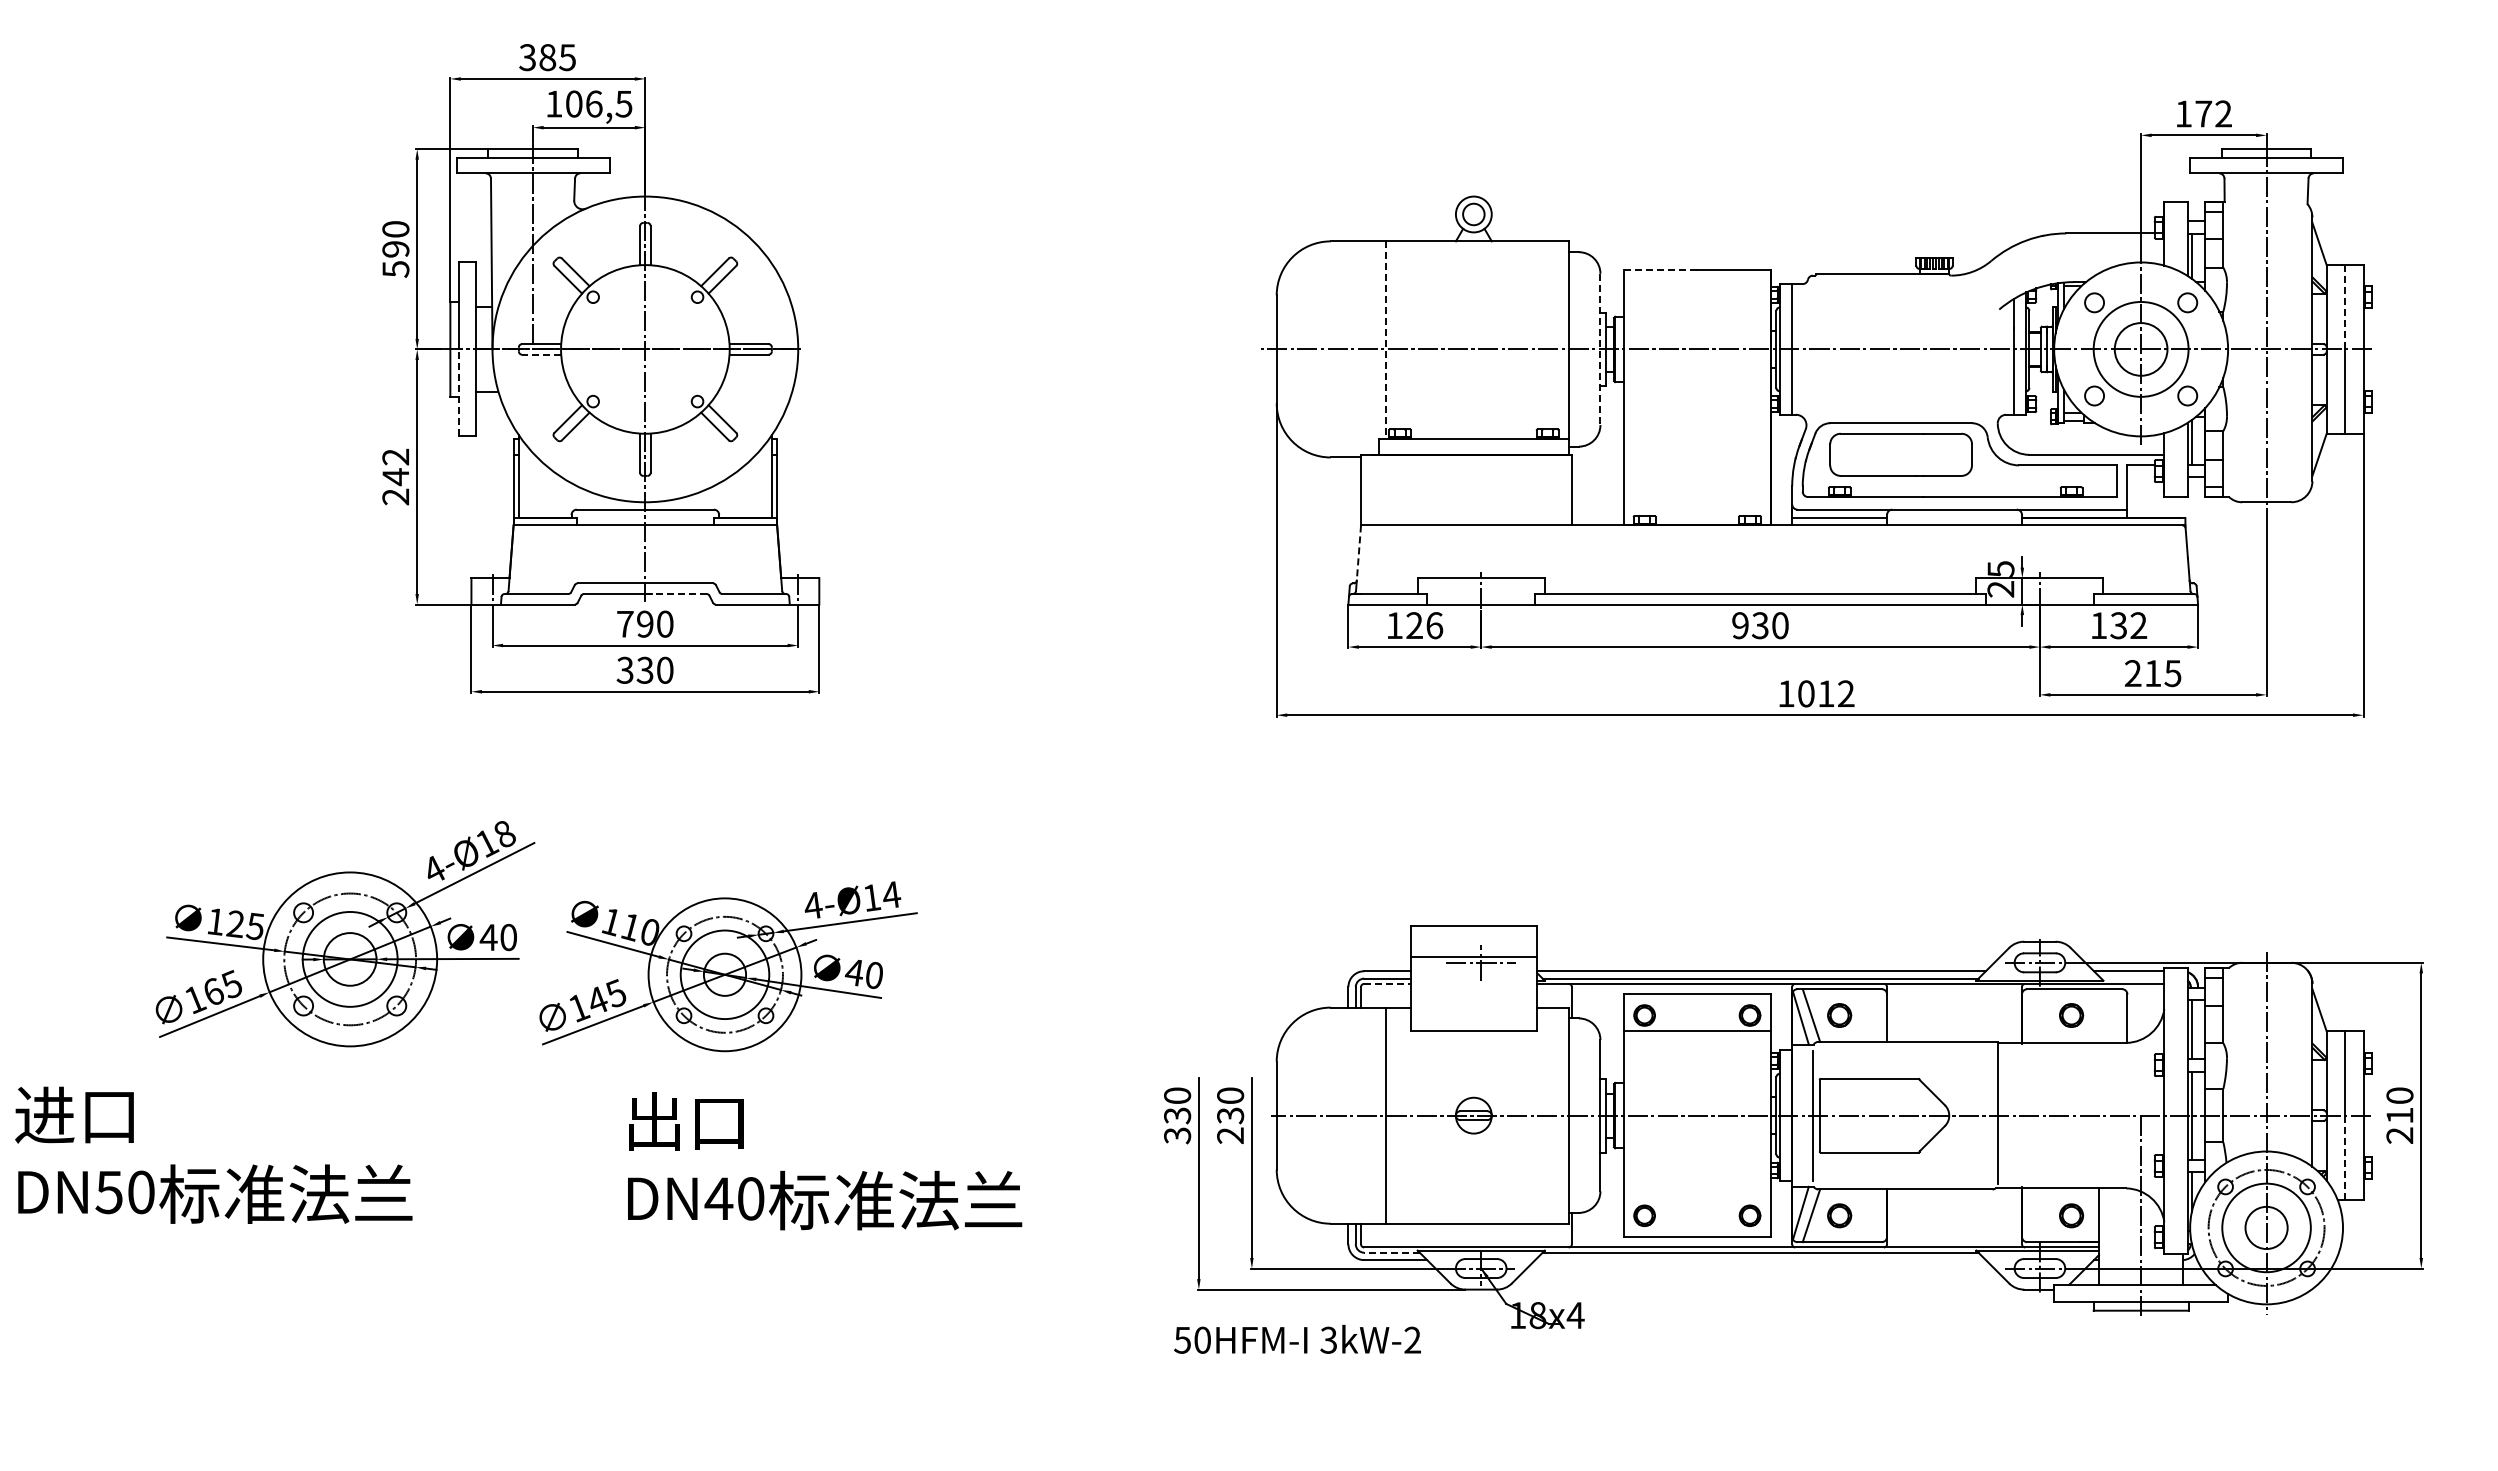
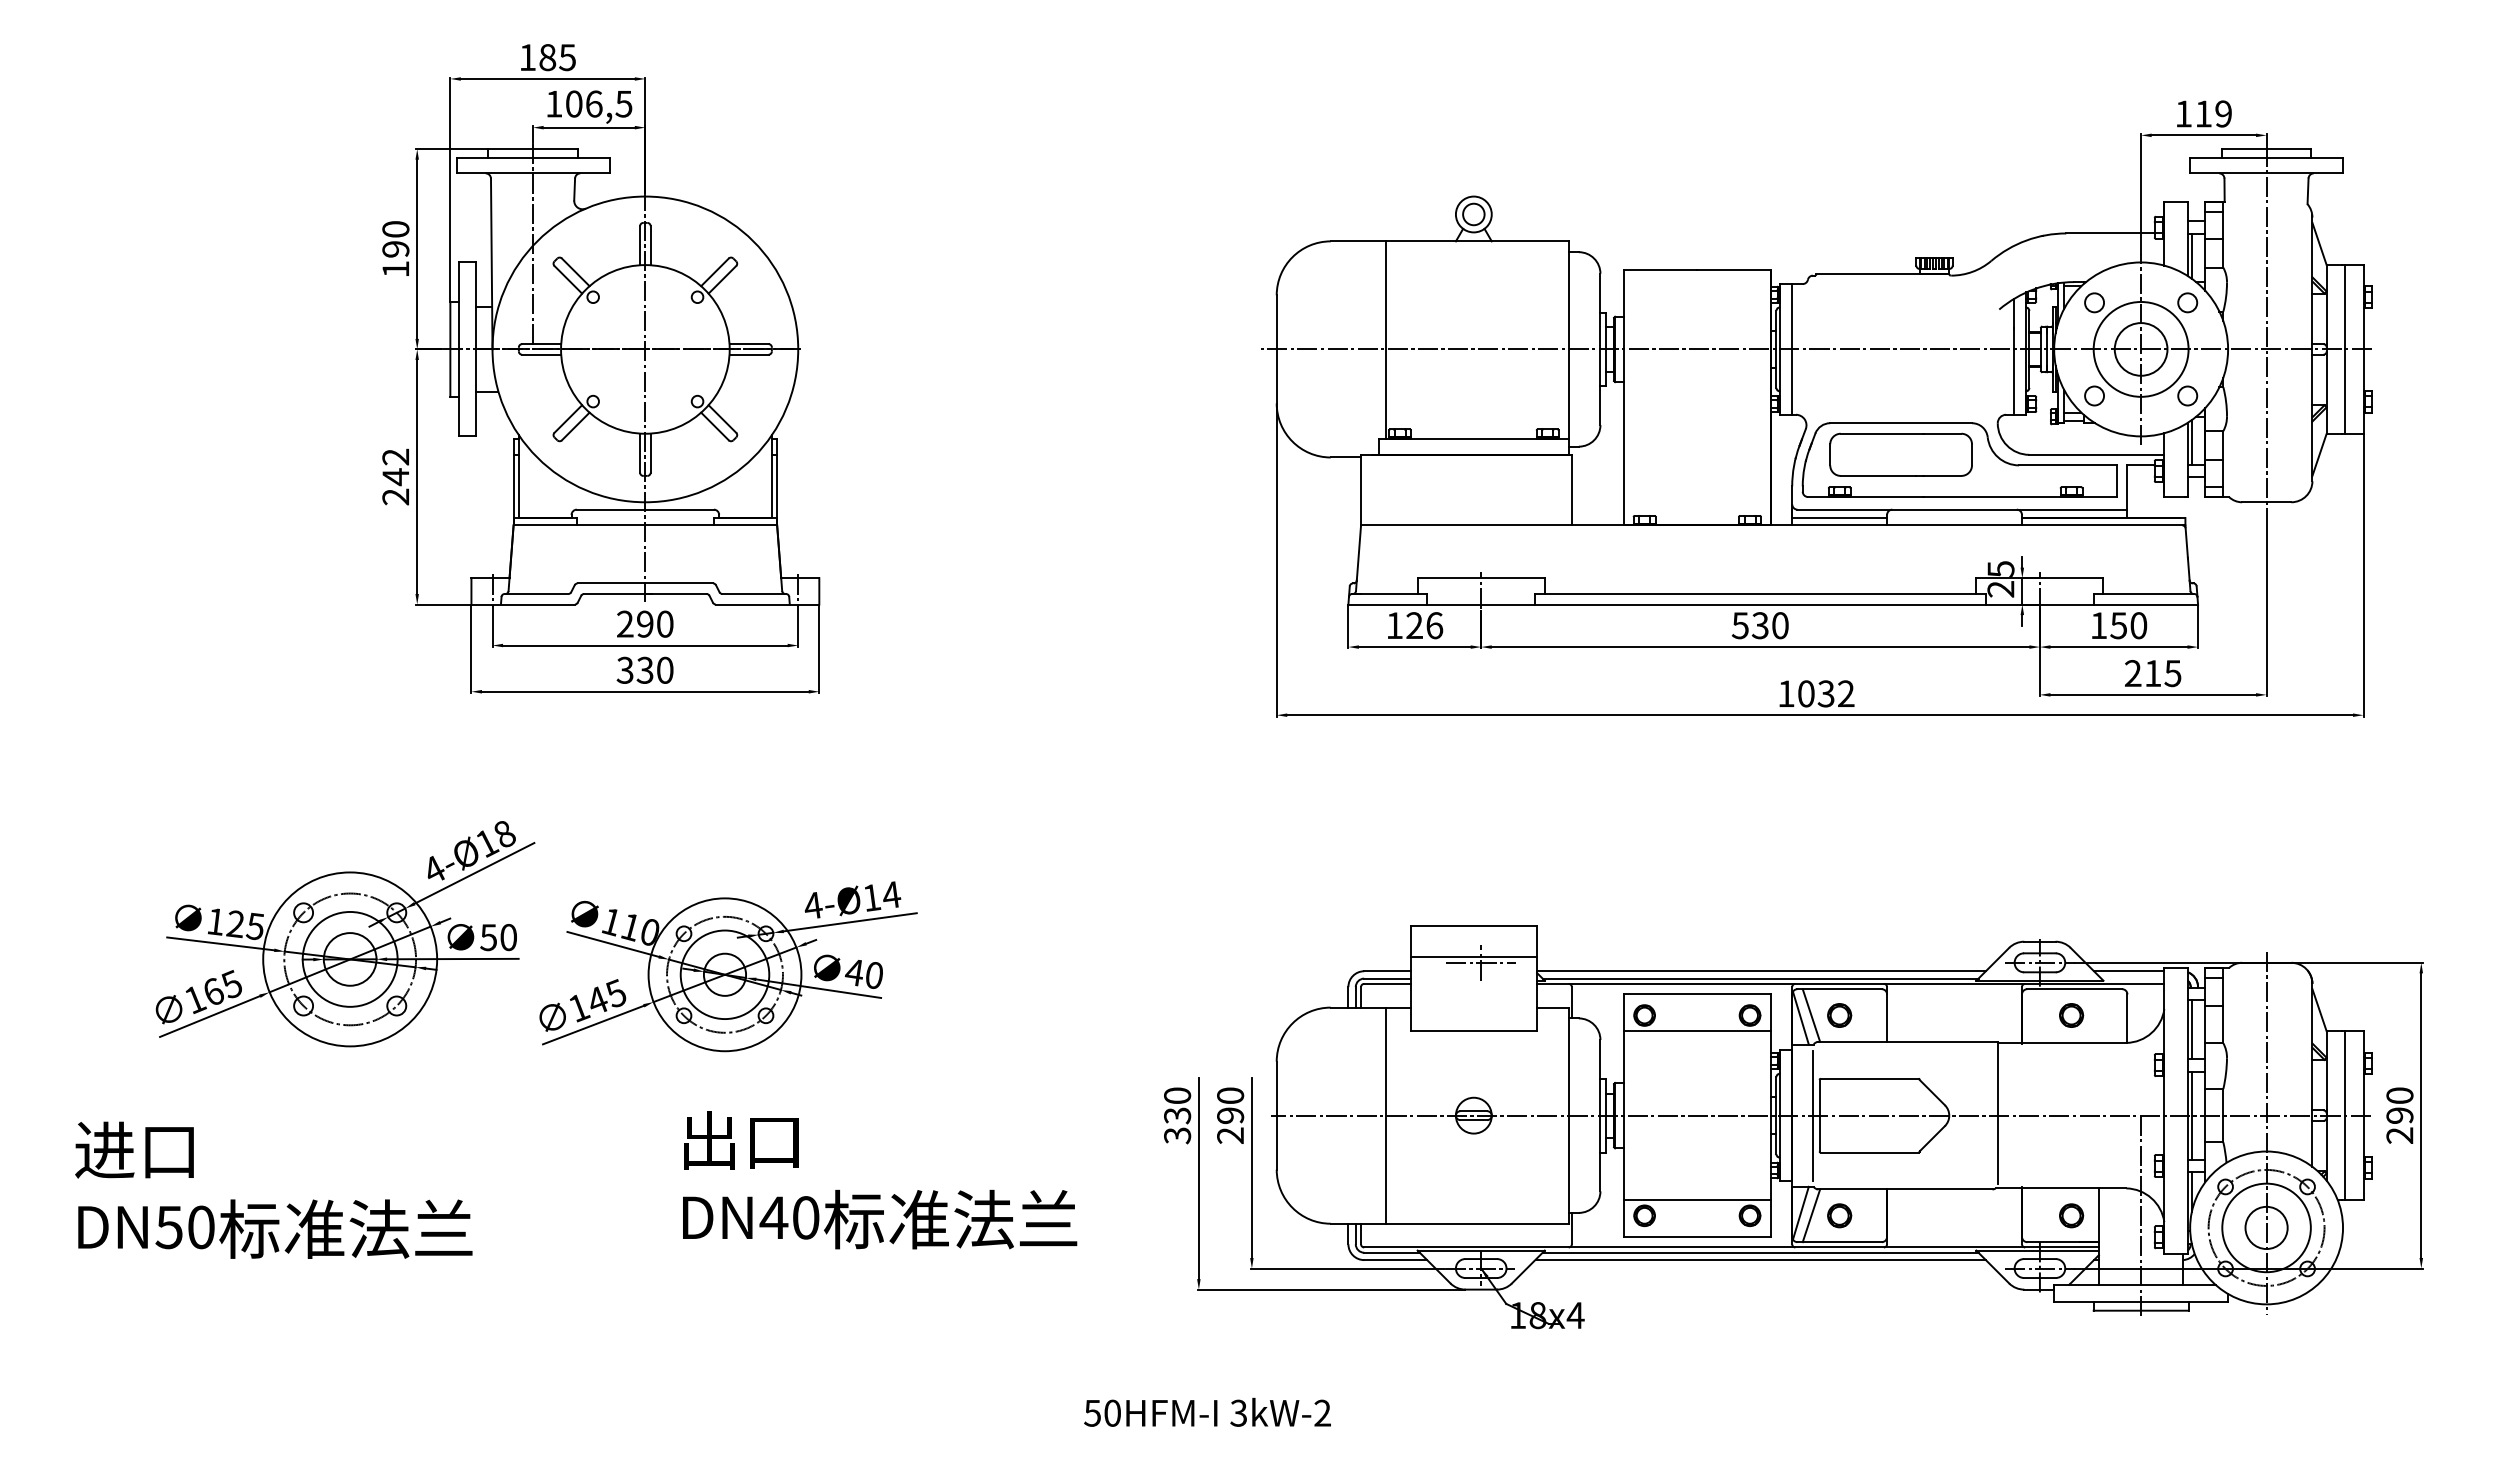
text at (527, 57): 385 -> 185
text at (2213, 113): 172 -> 119
text at (395, 269): 590 -> 190
line at (1660, 270): dashed -> solid
line at (2344, 307): dashed -> solid
line at (1385, 340): dashed -> solid
line at (1600, 349): dashed -> solid
line at (541, 354): dashed -> solid
line at (458, 392): dashed -> solid
line at (1358, 553): dashed -> solid
line at (676, 593): dashed -> solid
text at (625, 623): 790 -> 290
text at (1739, 625): 930 -> 530
text at (2128, 625): 132 -> 150
text at (1825, 693): 1012 -> 1032
text at (488, 937): 40 -> 50
line at (1387, 983): dashed -> solid
text at (1230, 1115): 230 -> 290
text at (2399, 1115): 210 -> 290
text at (213, 1154) position: (213, 1154) -> (273, 1189)
line at (2344, 1157): dashed -> solid
text at (825, 1161) position: (825, 1161) -> (880, 1180)
line at (1697, 1200): none -> present
line at (1392, 1252): dashed -> solid
line at (1761, 1260): none -> present
text at (1297, 1338) position: (1297, 1338) -> (1207, 1411)
